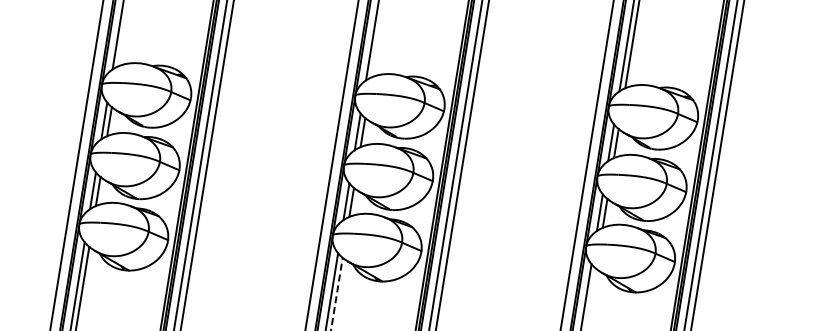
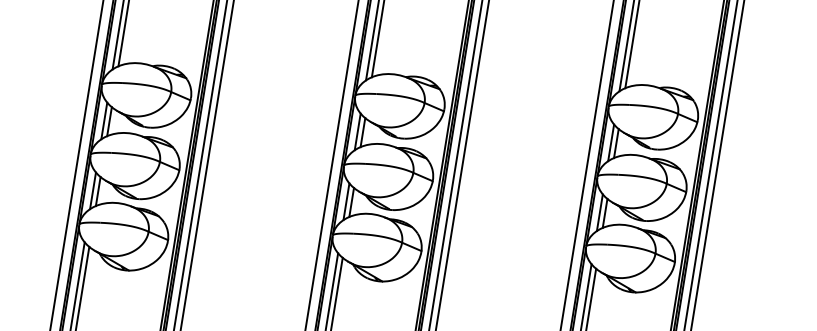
line at (123, 34): none -> present
line at (377, 39): none -> present
line at (336, 294): dashed -> solid
line at (591, 297): none -> present
